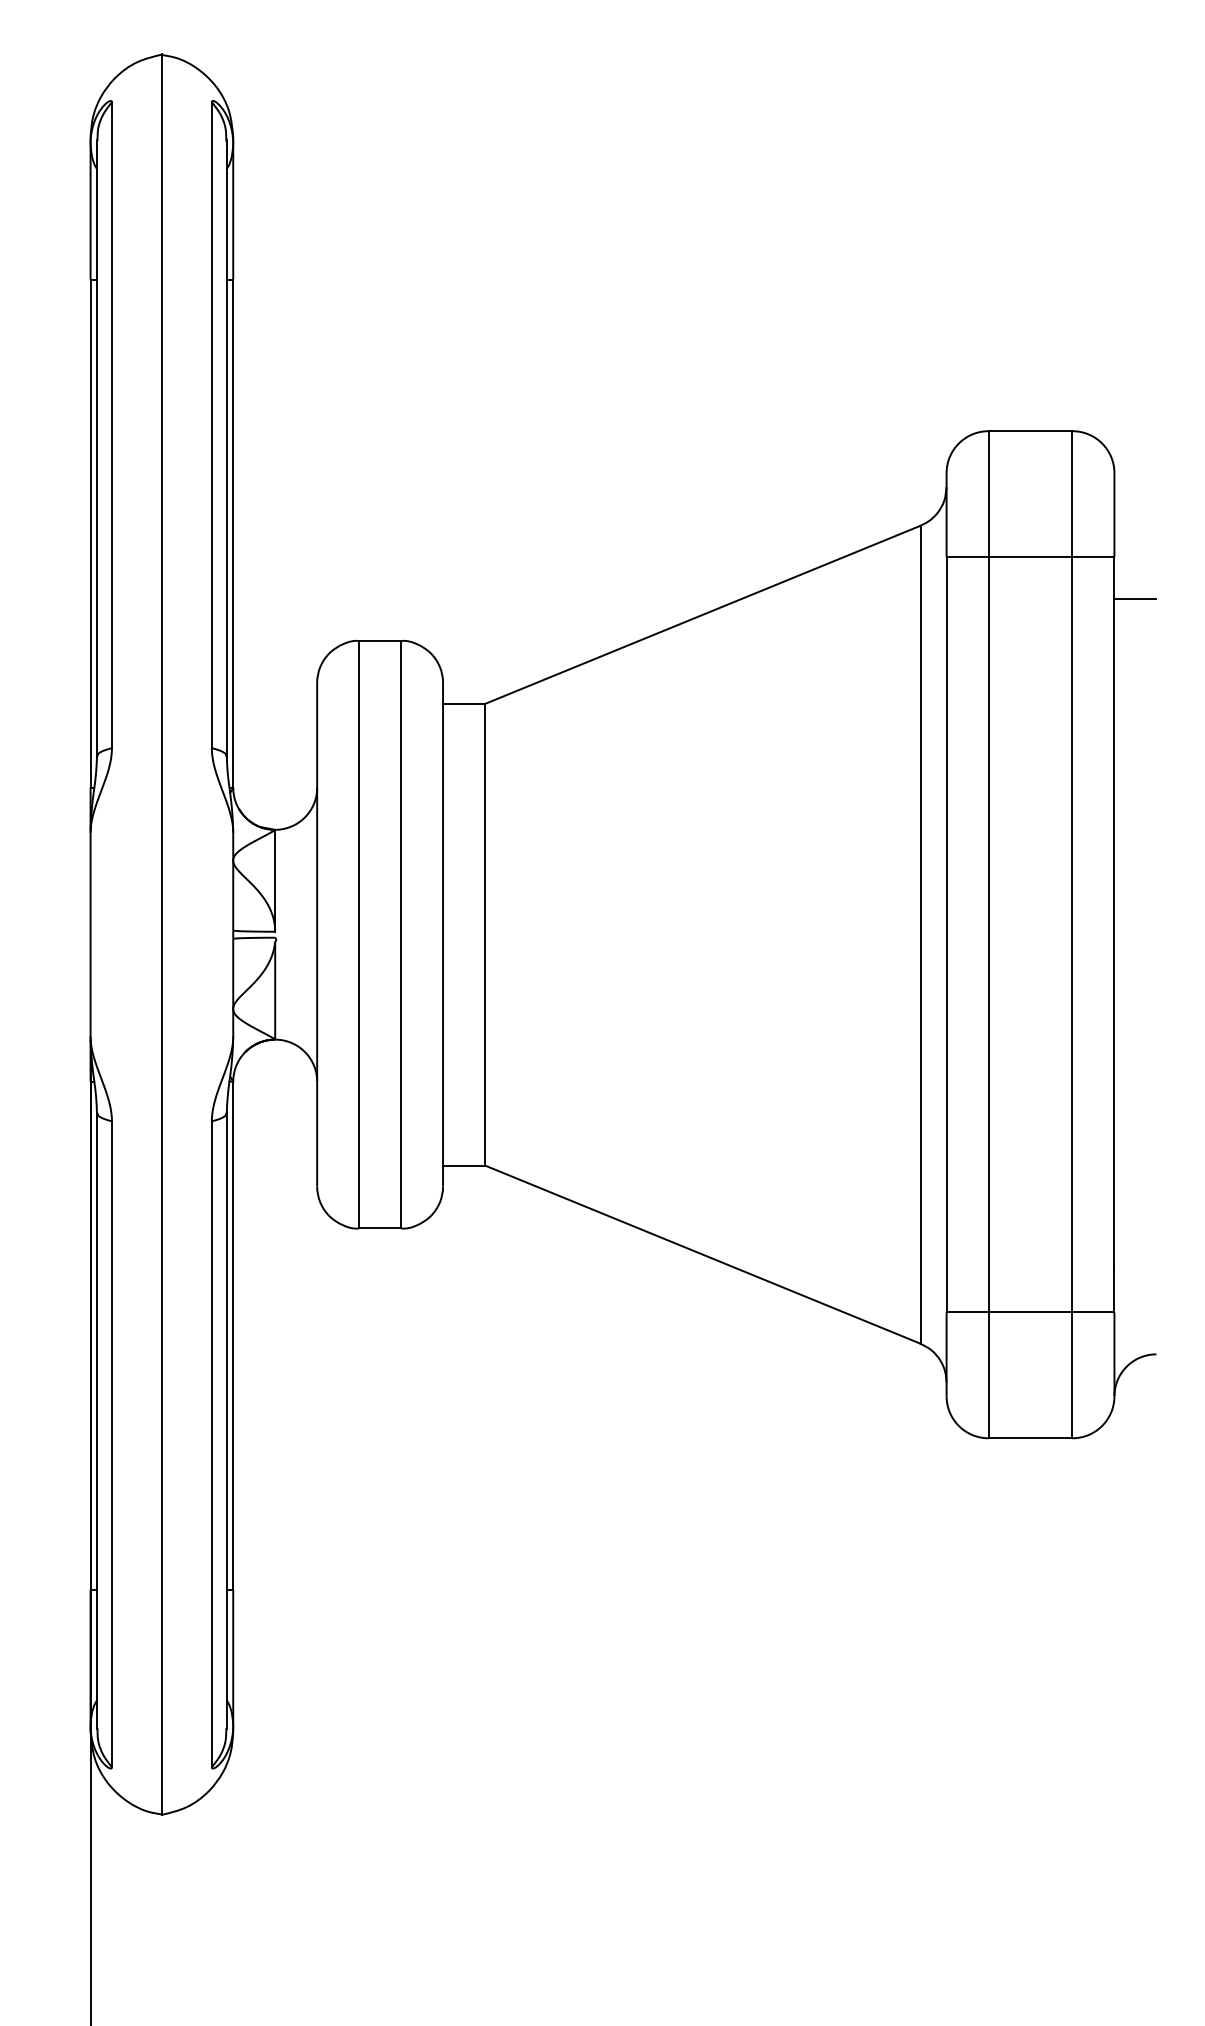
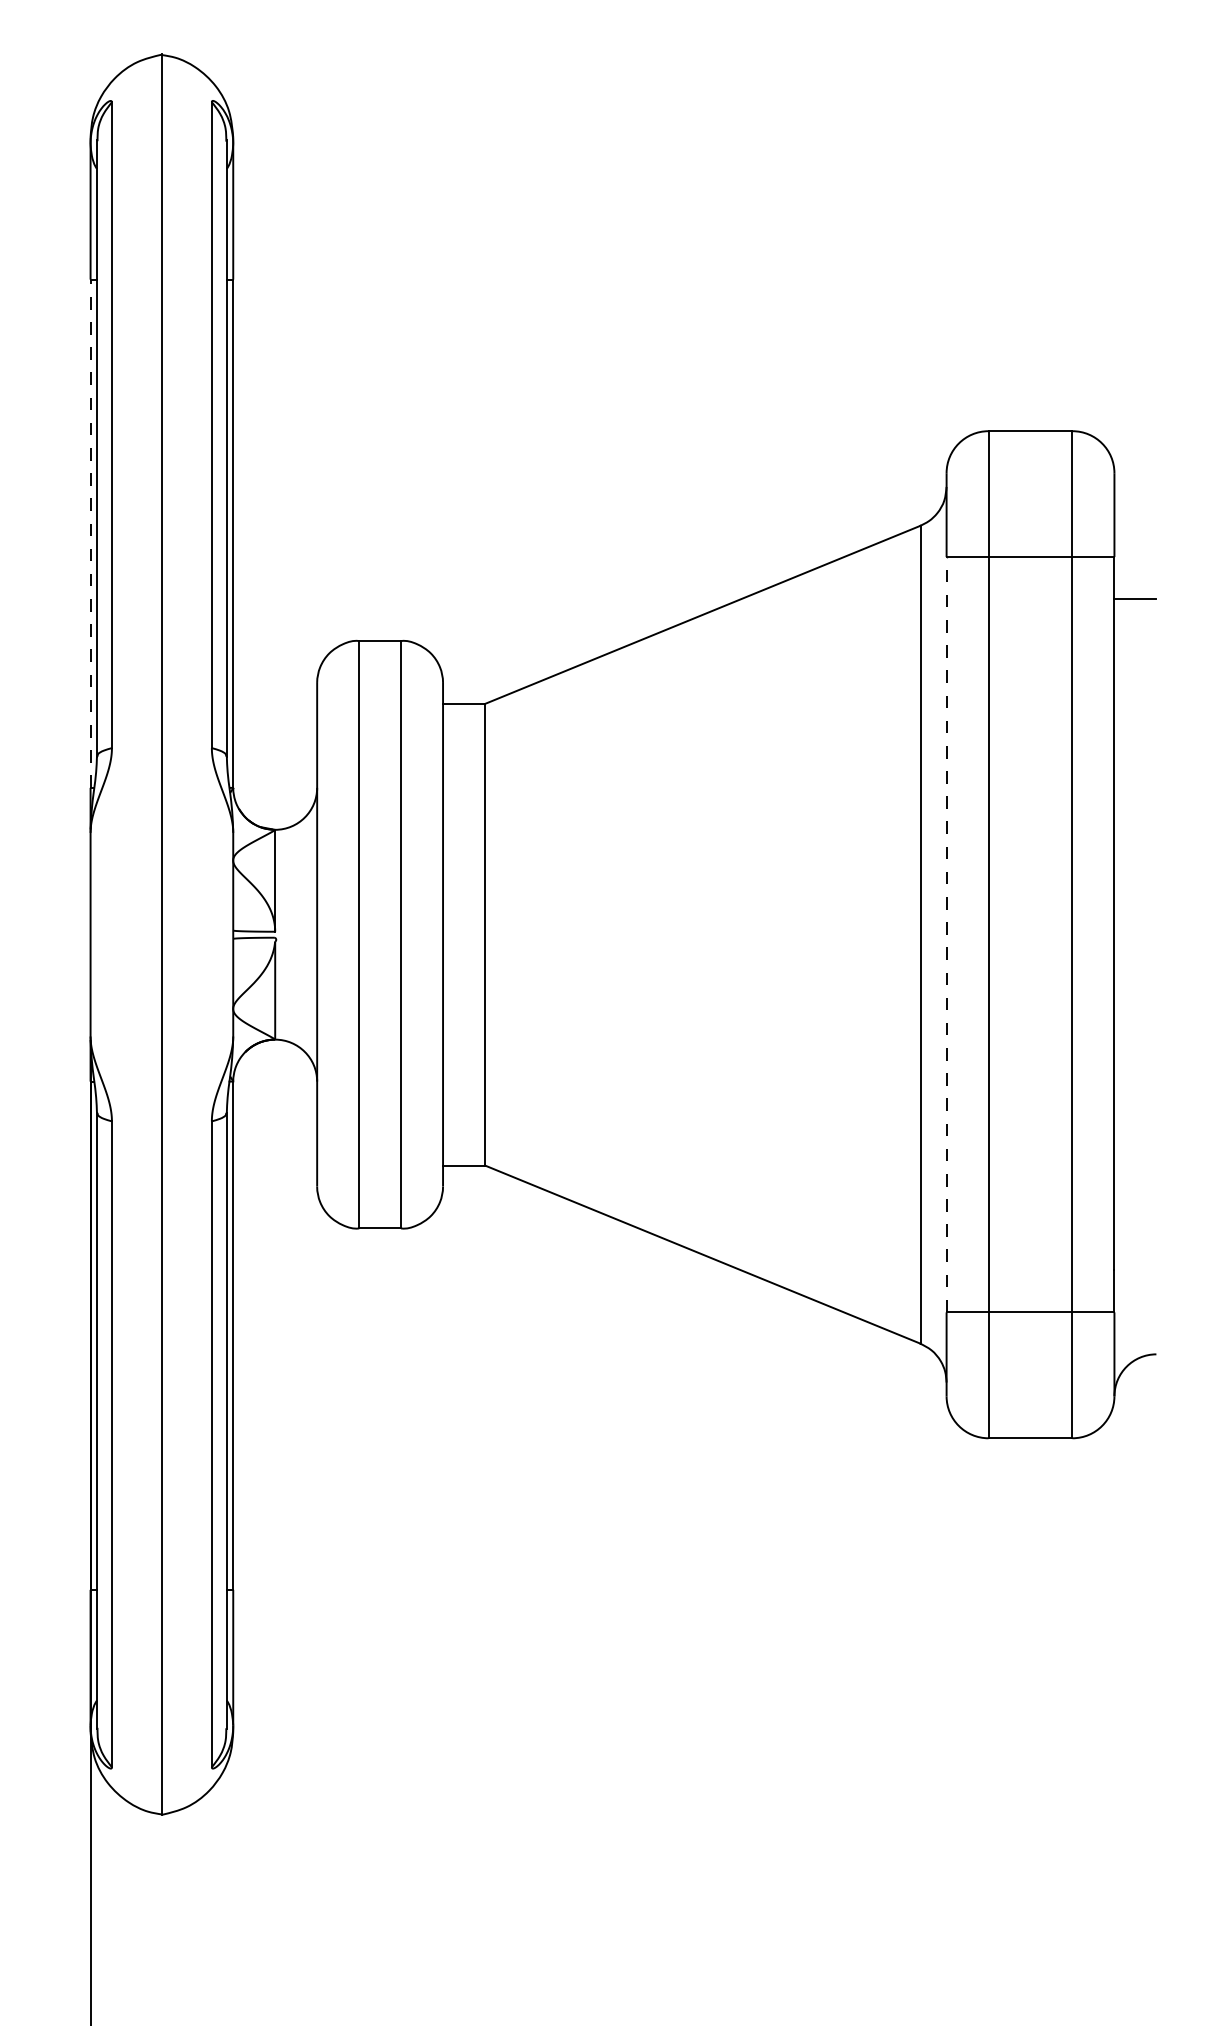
line at (90, 533): solid -> dashed
line at (946, 934): solid -> dashed
